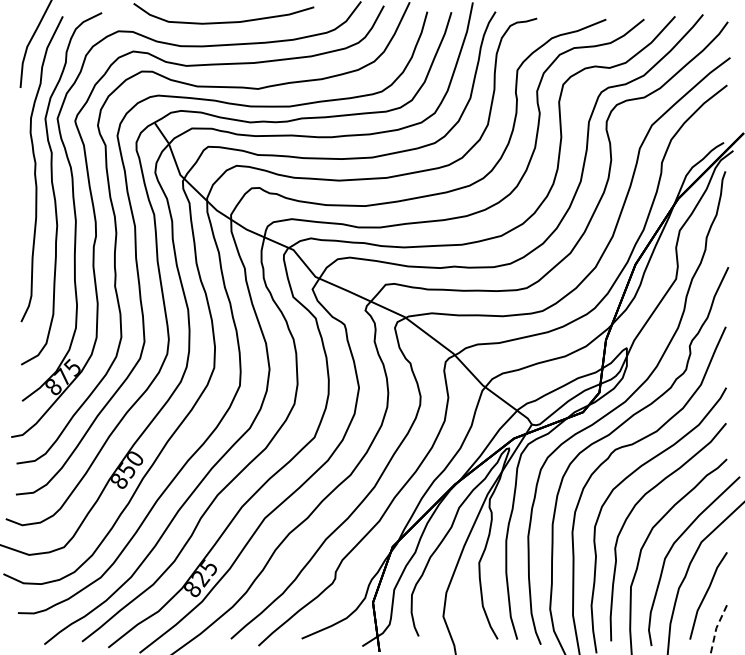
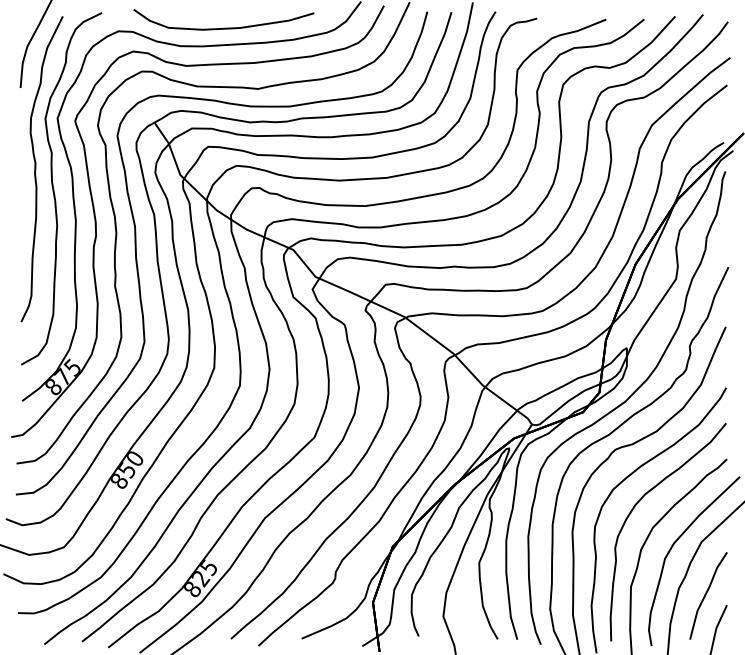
curve at (223, 21) position: (223, 21) -> (223, 27)
line at (716, 628): dashed -> solid
